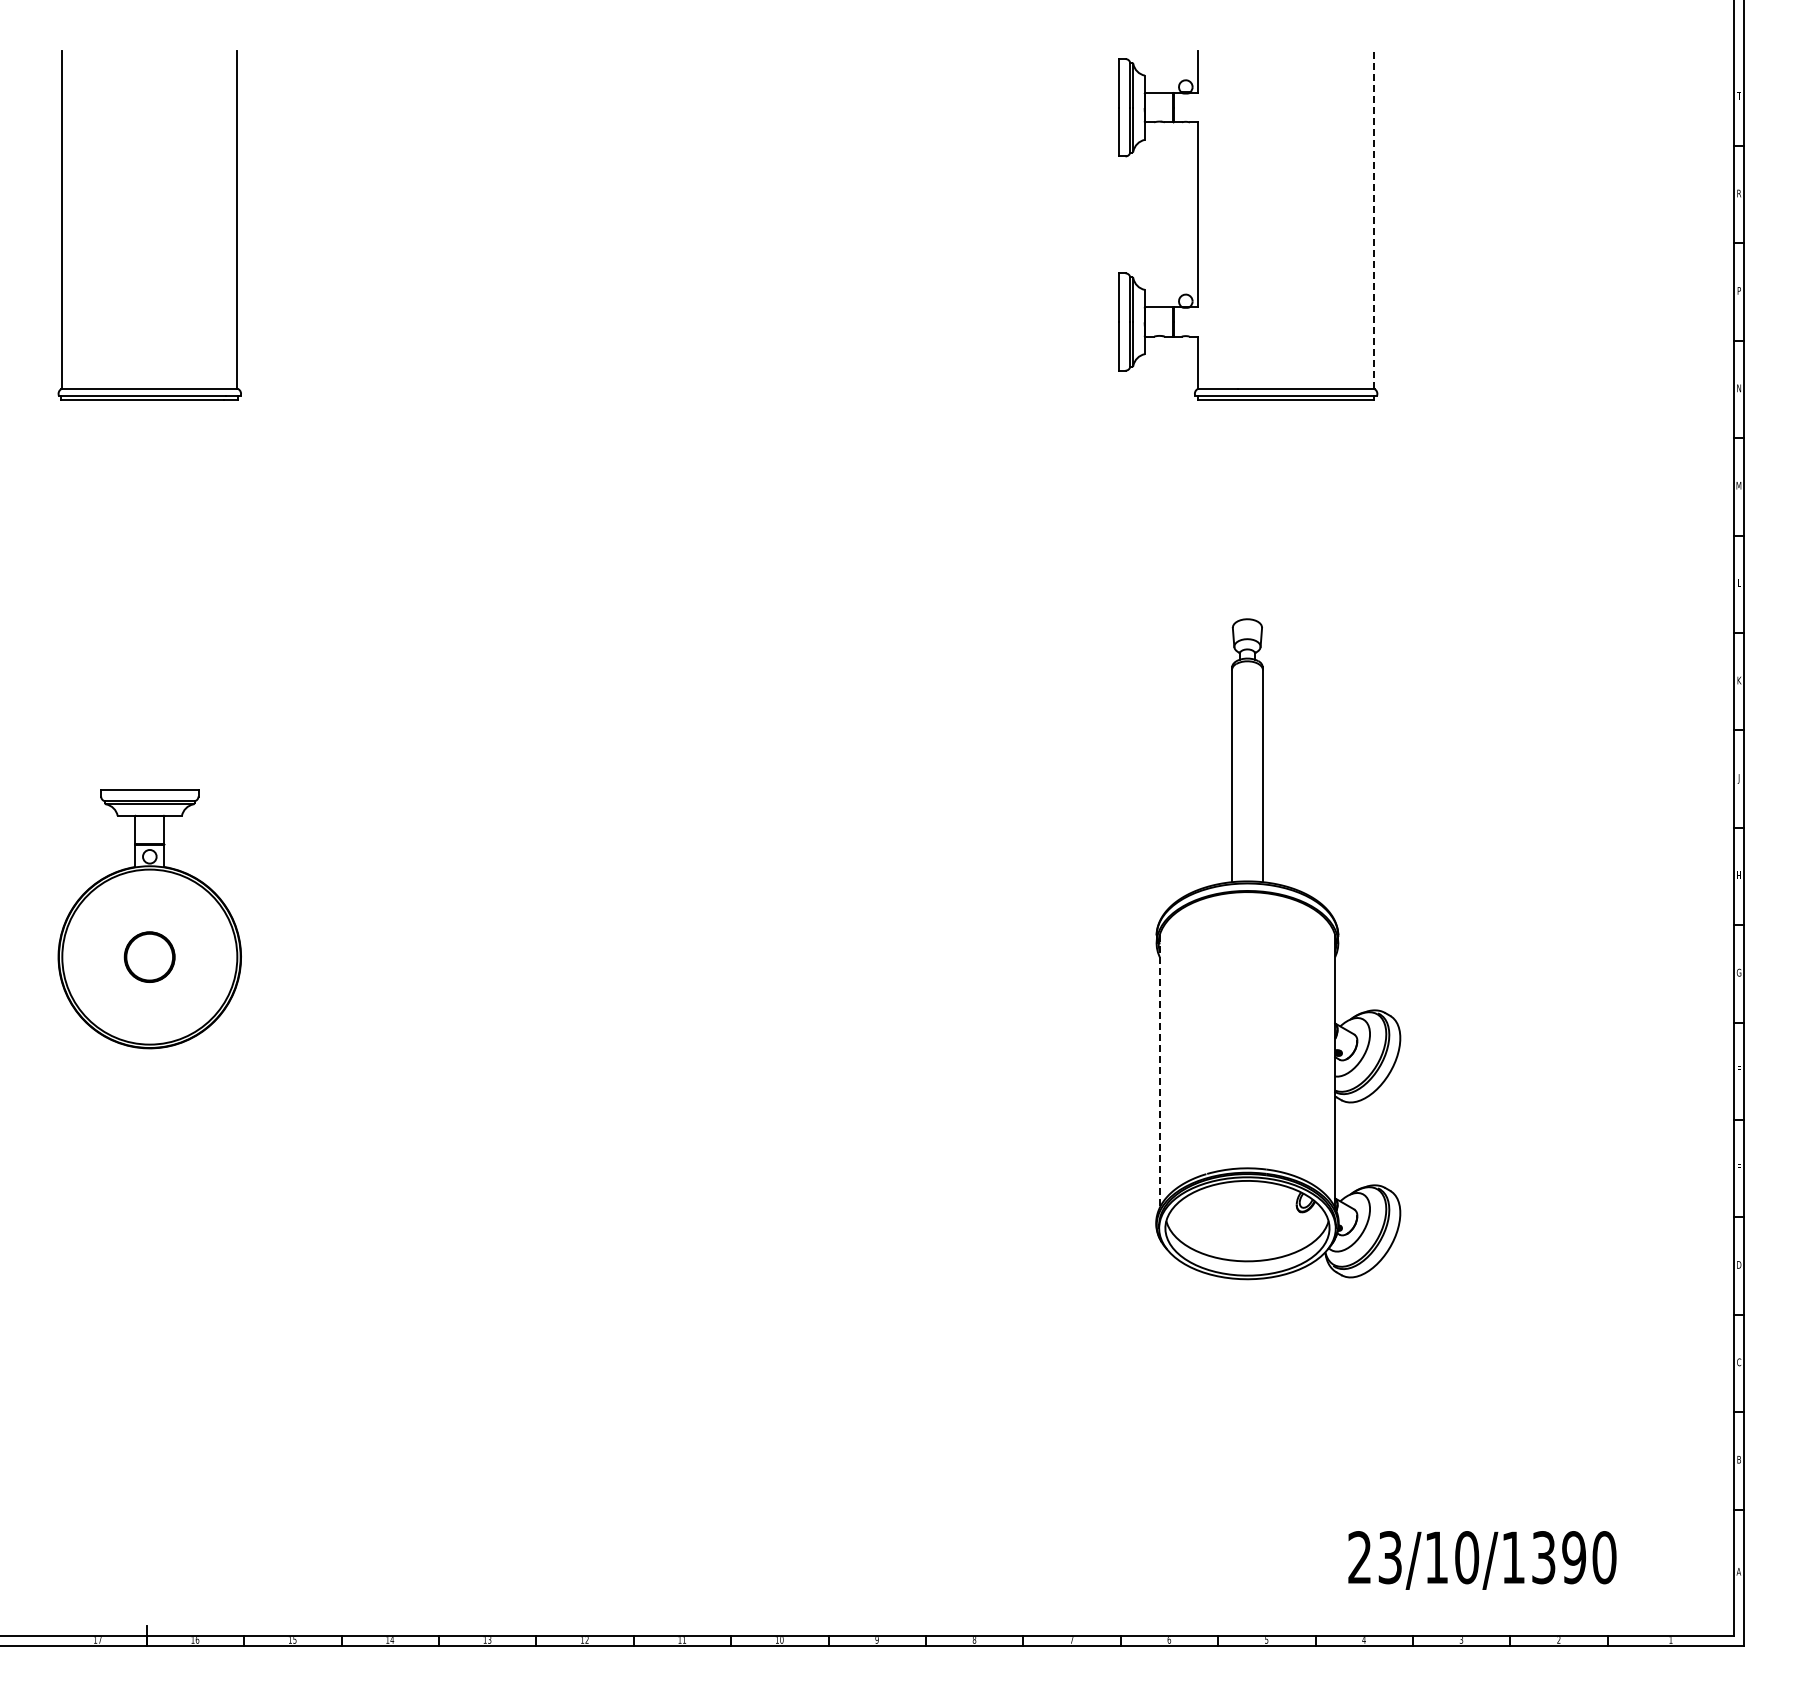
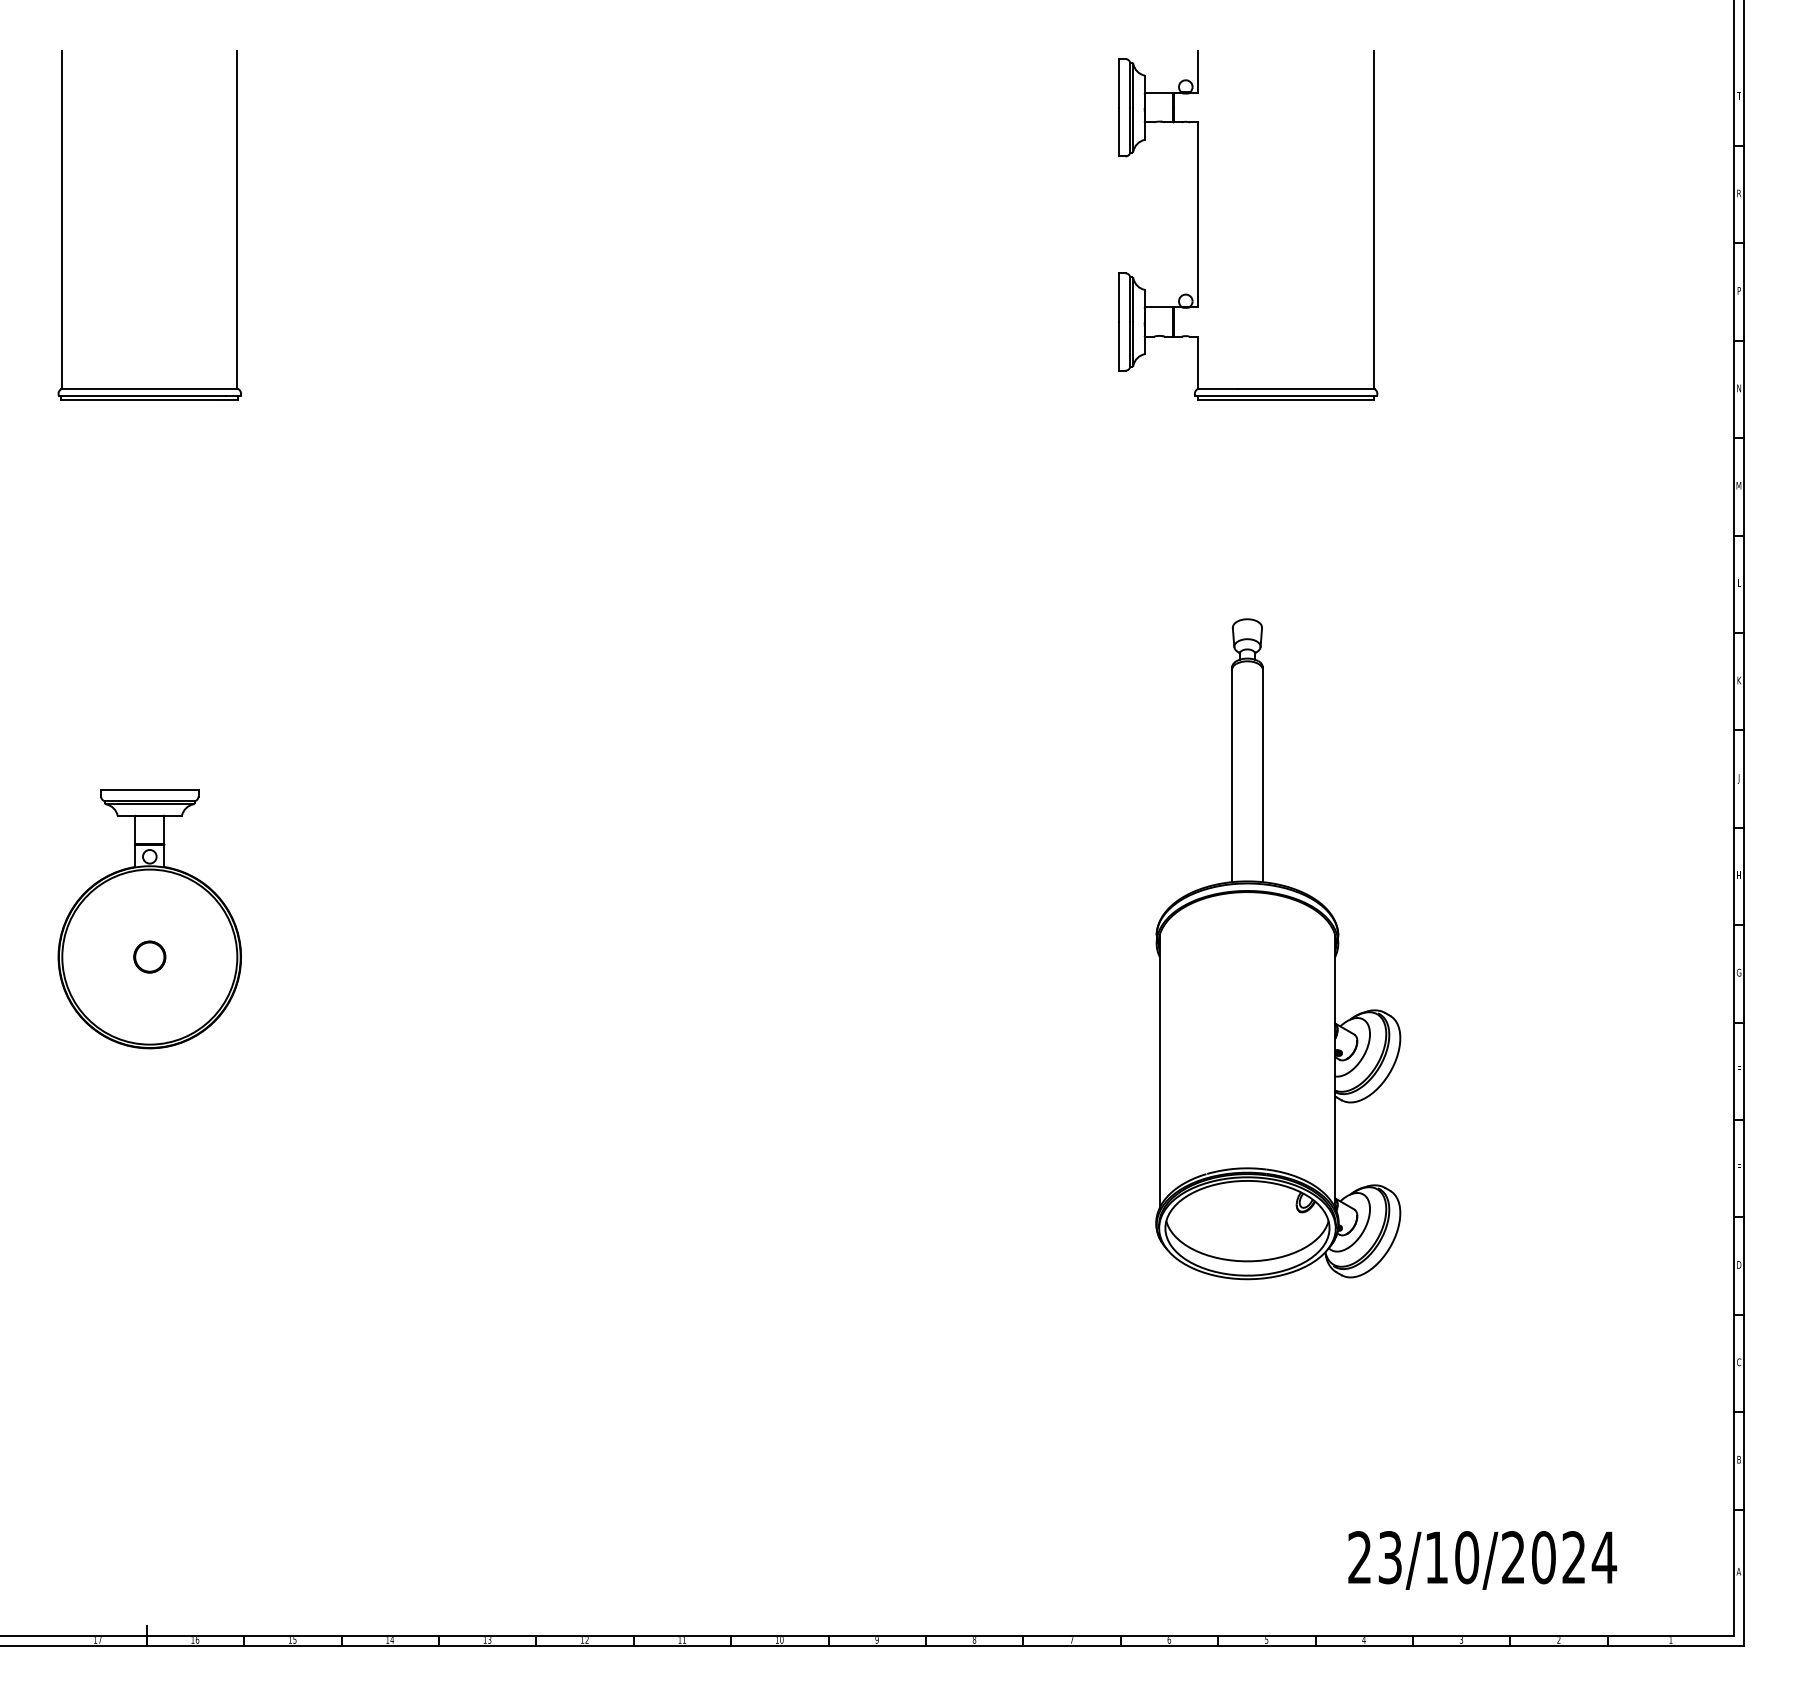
line at (1373, 219): dashed -> solid
circle at (149, 956) size: 53x52 px -> 34x34 px
line at (1159, 1071): dashed -> solid
text at (1559, 1557): 23/10/1390 -> 23/10/2024
